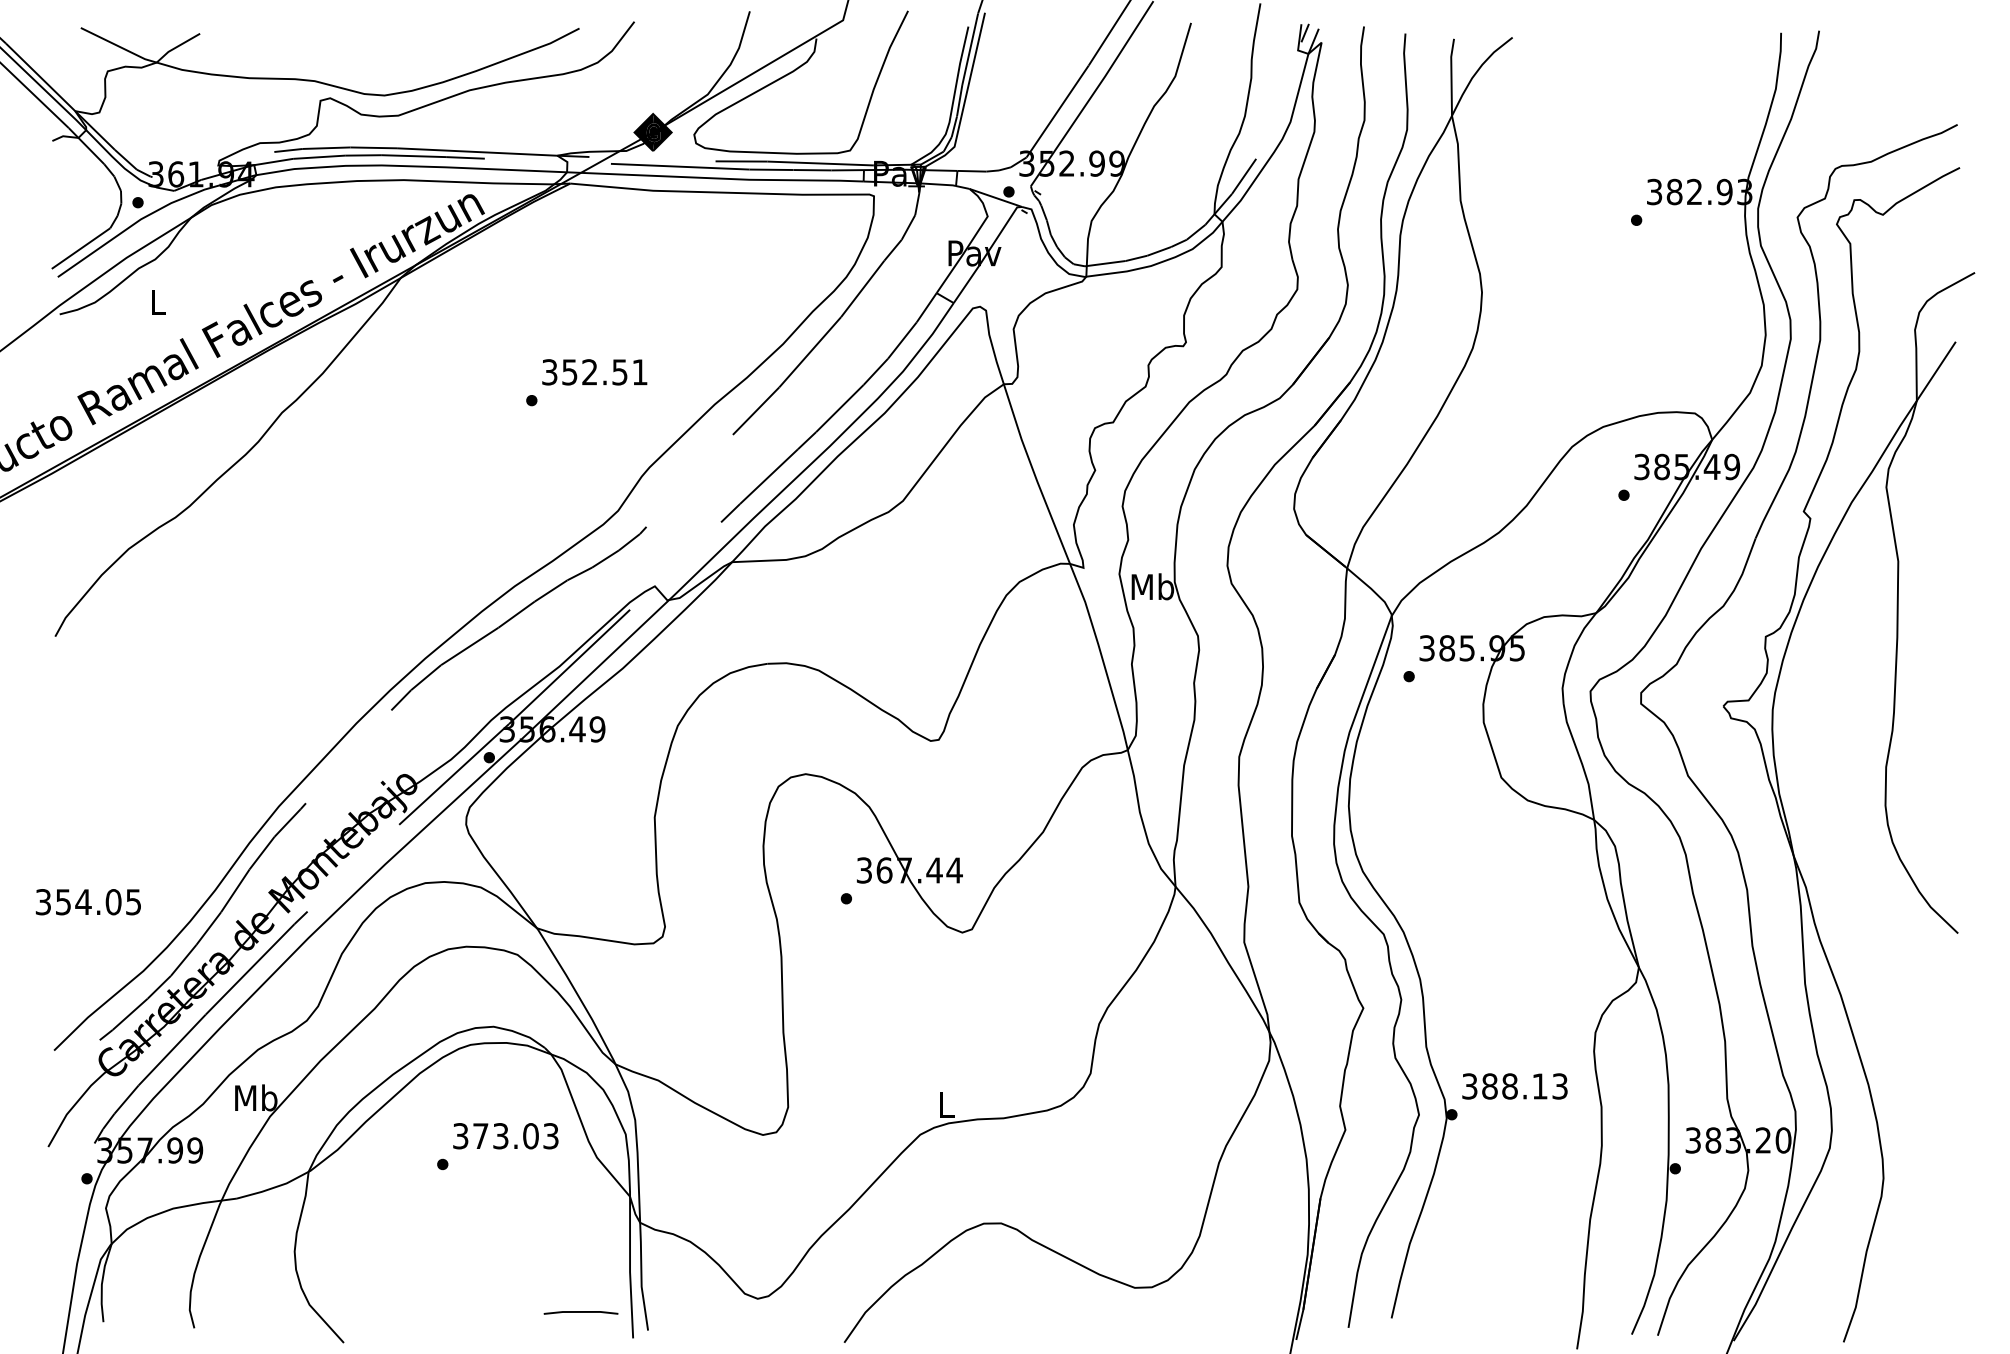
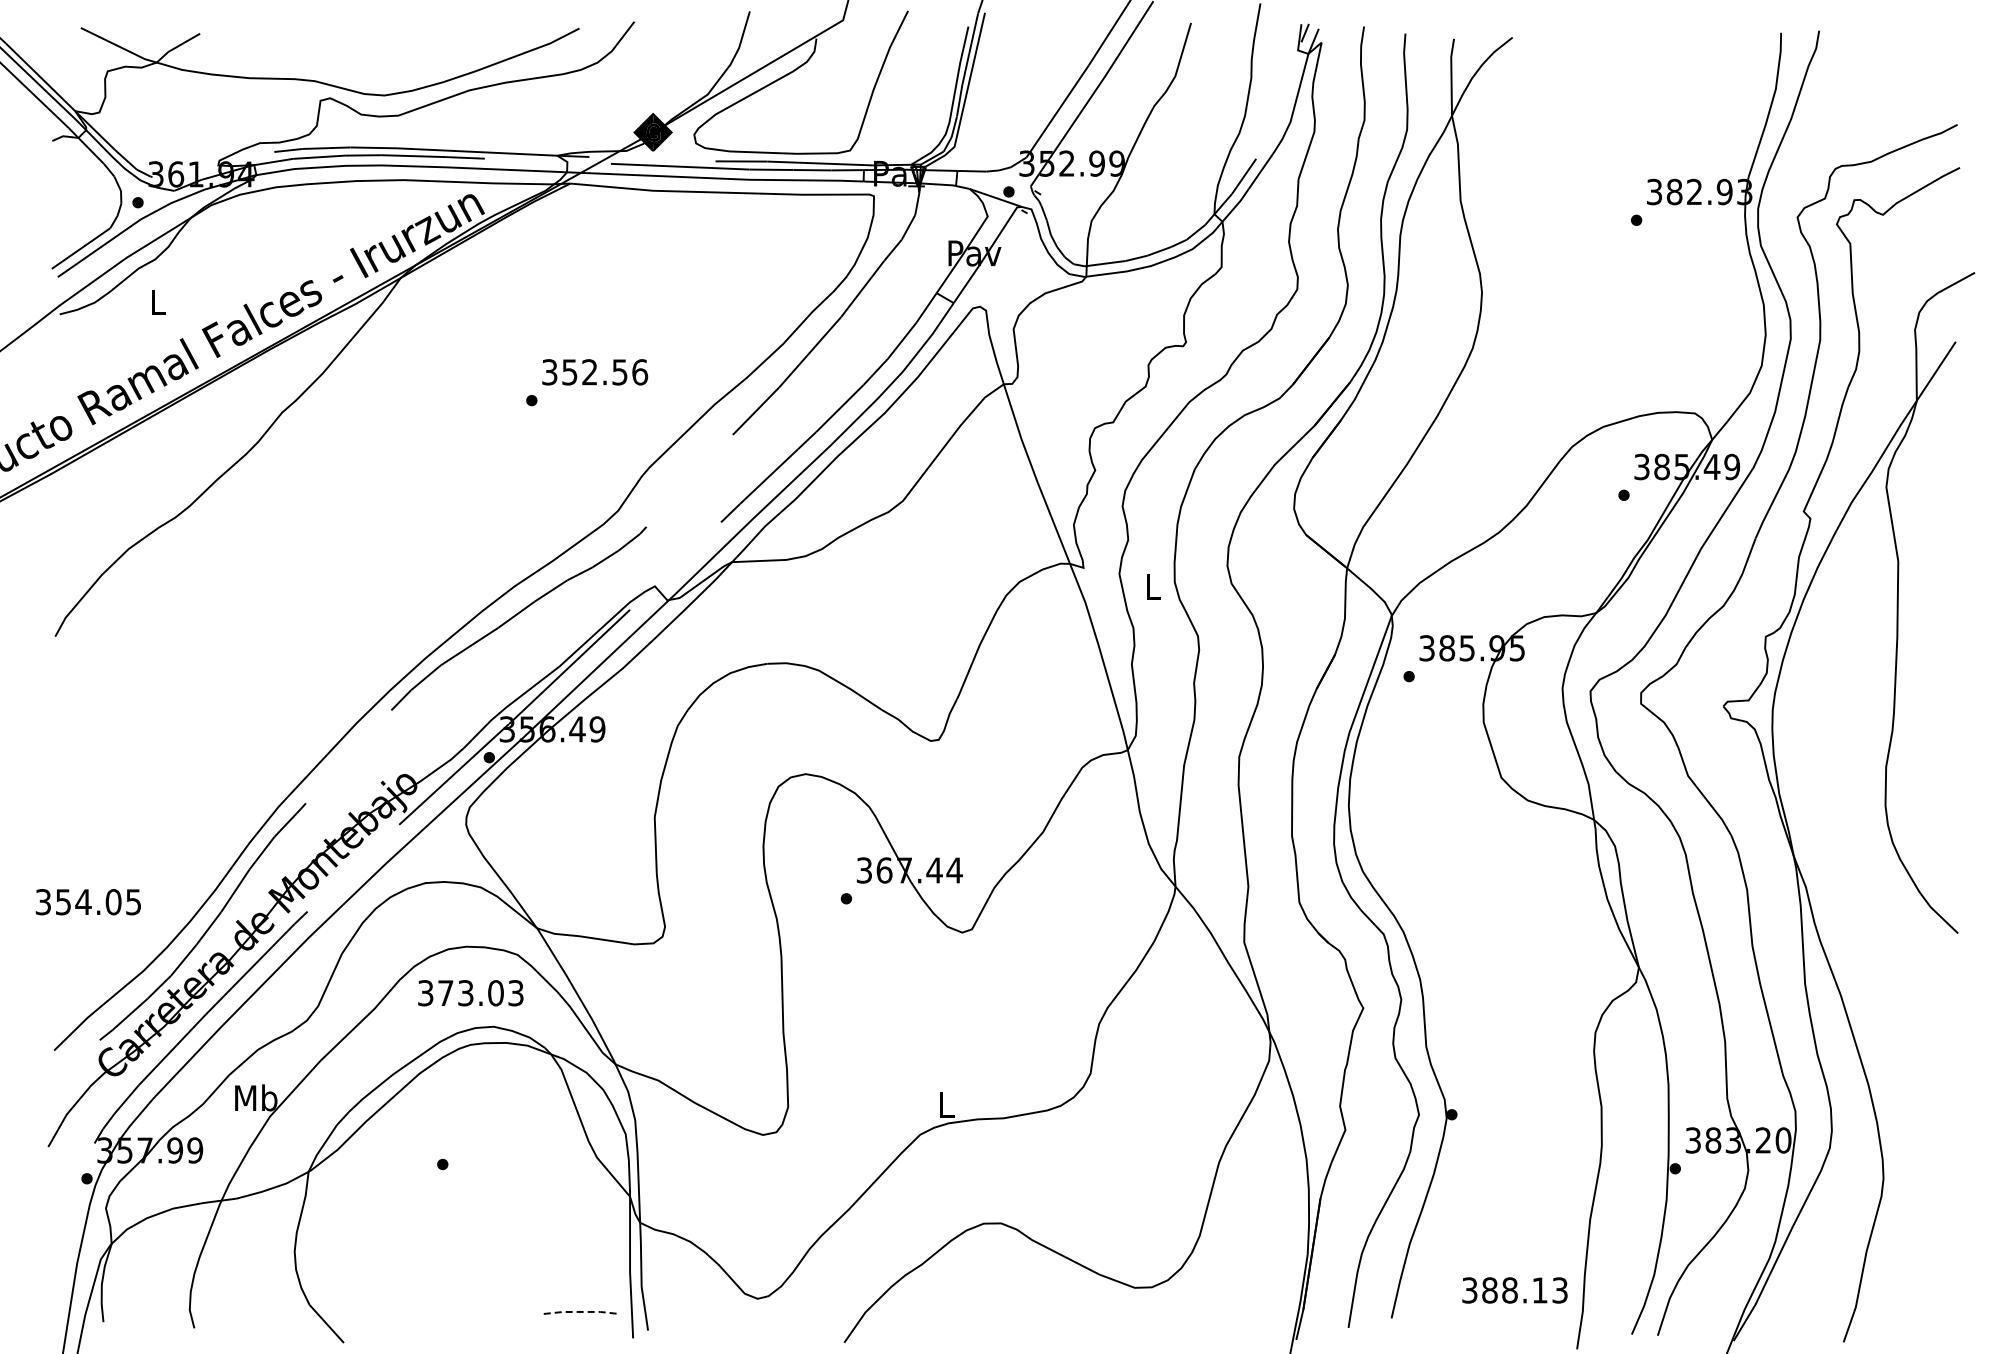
text at (640, 372): 352.51 -> 352.56
text at (1152, 586): Mb -> L
text at (1514, 1086) position: (1514, 1086) -> (1514, 1290)
text at (505, 1136) position: (505, 1136) -> (470, 993)
line at (581, 1311): solid -> dashed
